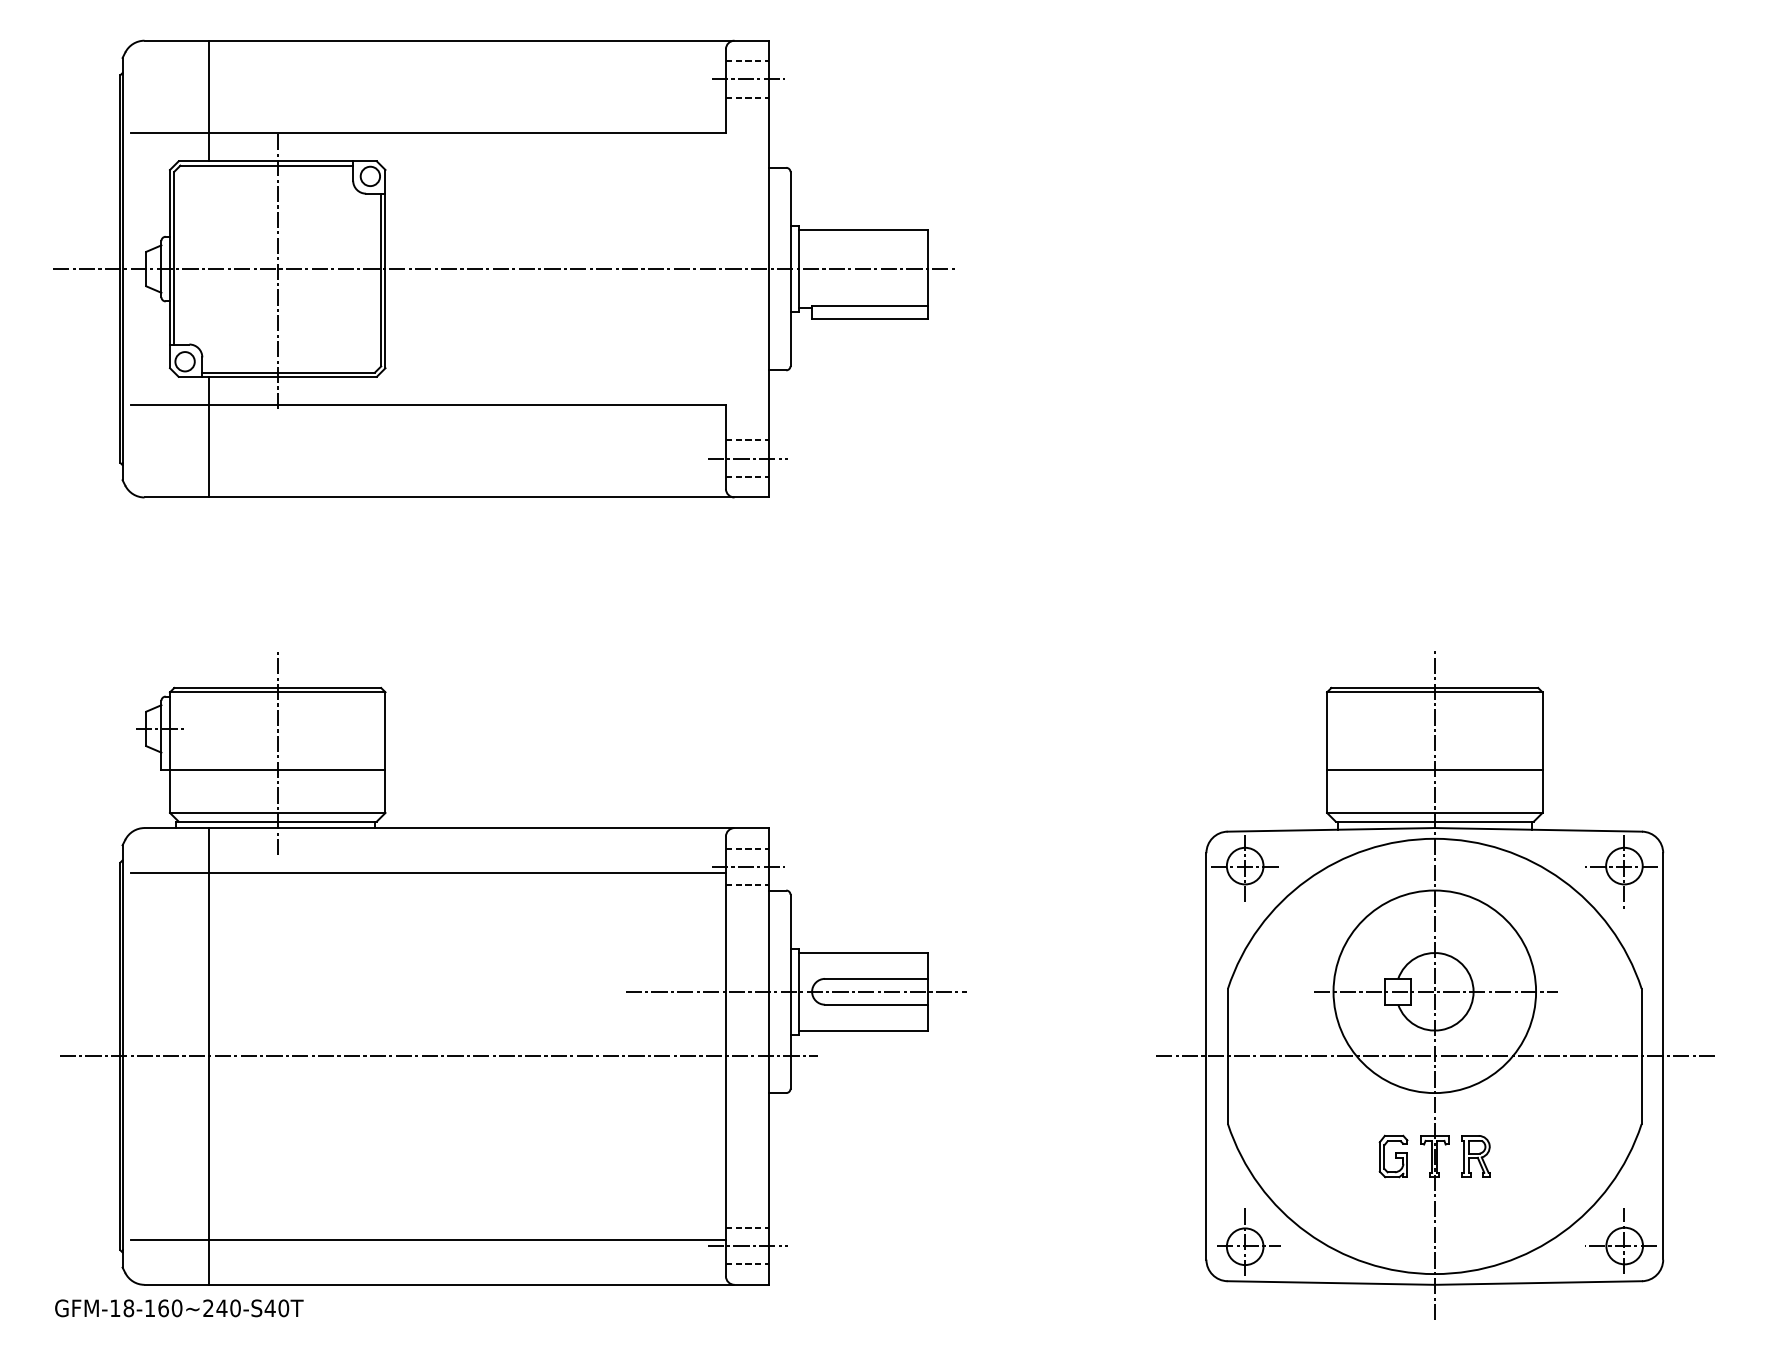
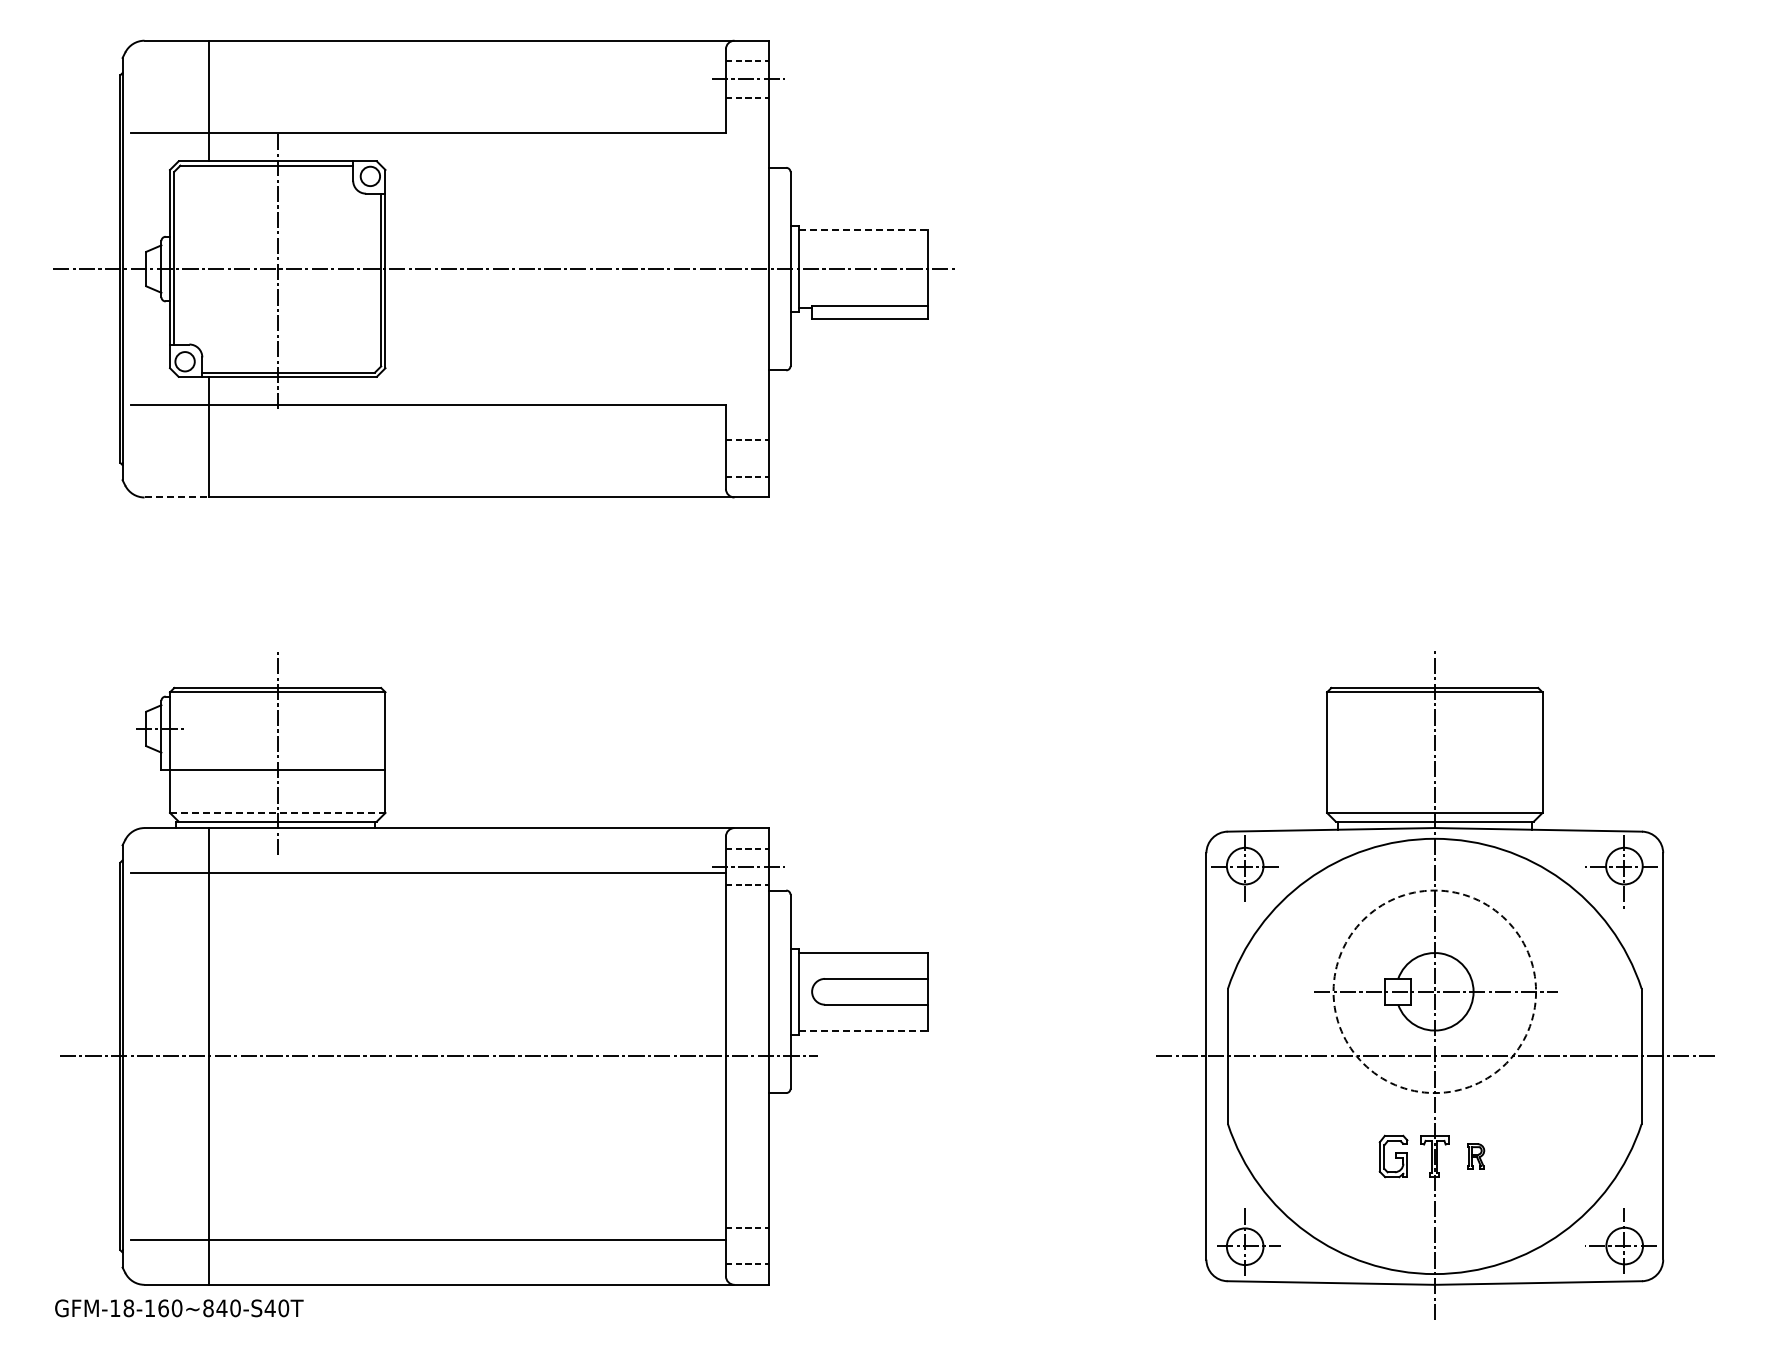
line at (863, 230): solid -> dashed
line at (747, 458): present -> none
line at (177, 497): solid -> dashed
line at (1434, 769): present -> none
line at (277, 812): solid -> dashed
line at (796, 991): present -> none
circle at (1434, 991): solid -> dashed
line at (863, 1030): solid -> dashed
part at (1475, 1156) size: 30x43 px -> 19x27 px
line at (747, 1246): present -> none
text at (208, 1308): GFM-18-160~240-S40T -> GFM-18-160~840-S40T
